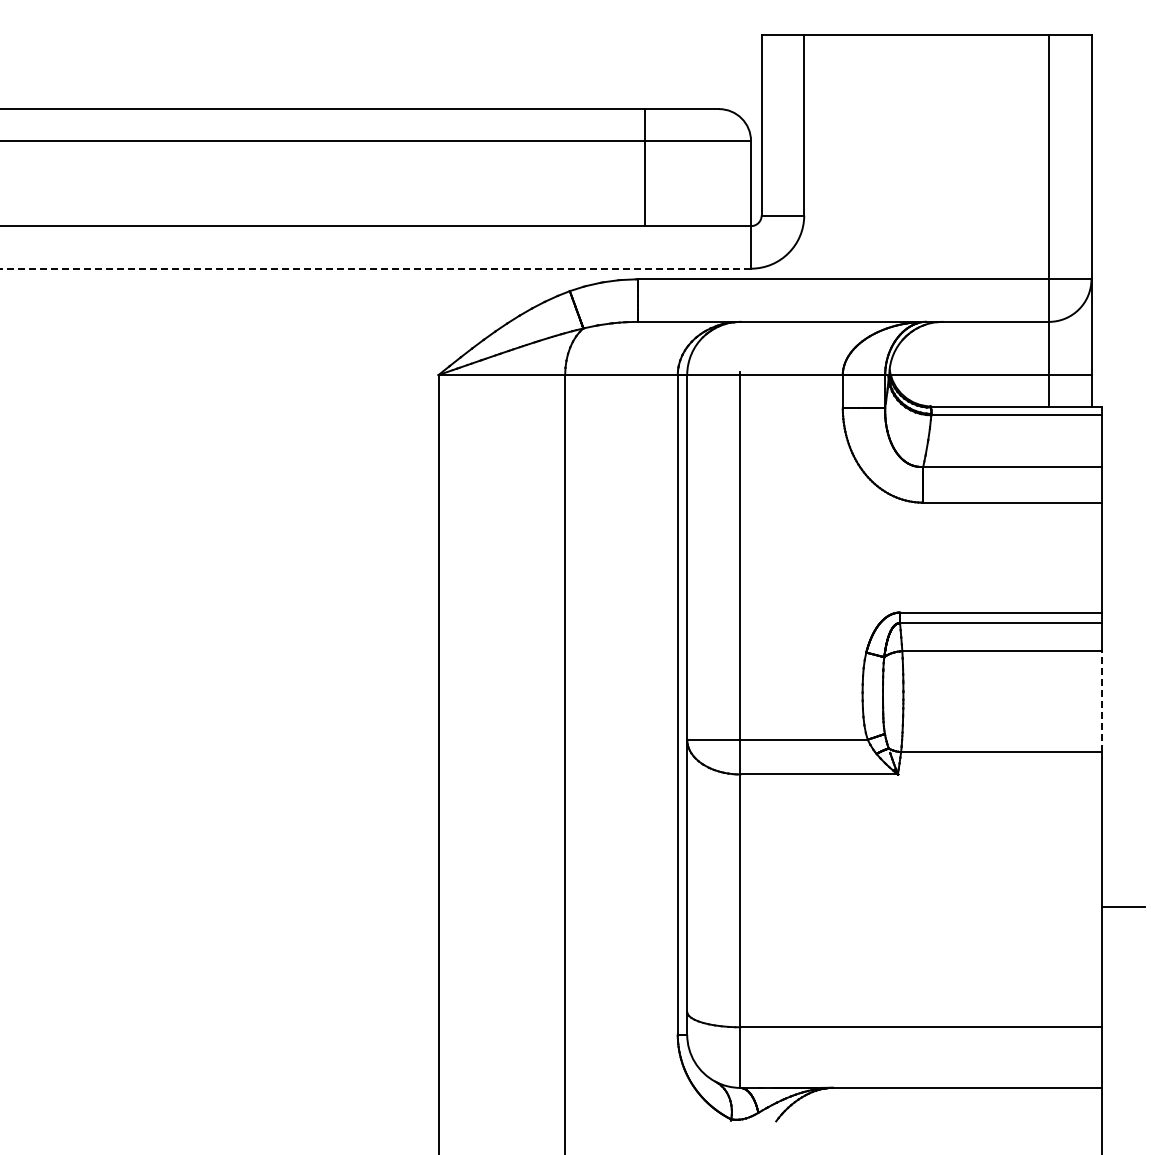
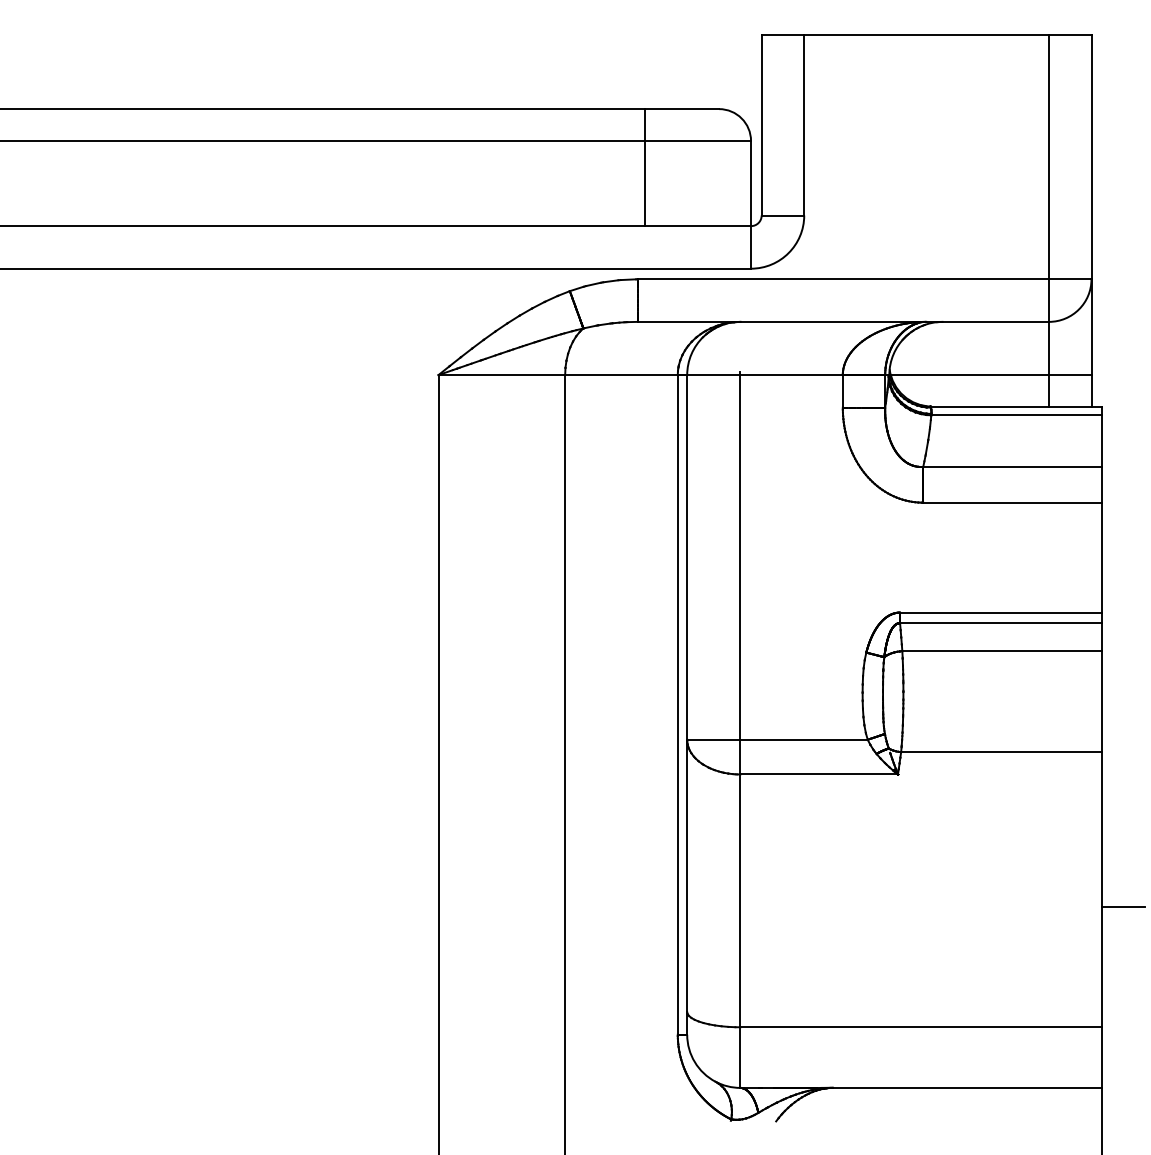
line at (375, 268): dashed -> solid
line at (1102, 701): dashed -> solid
